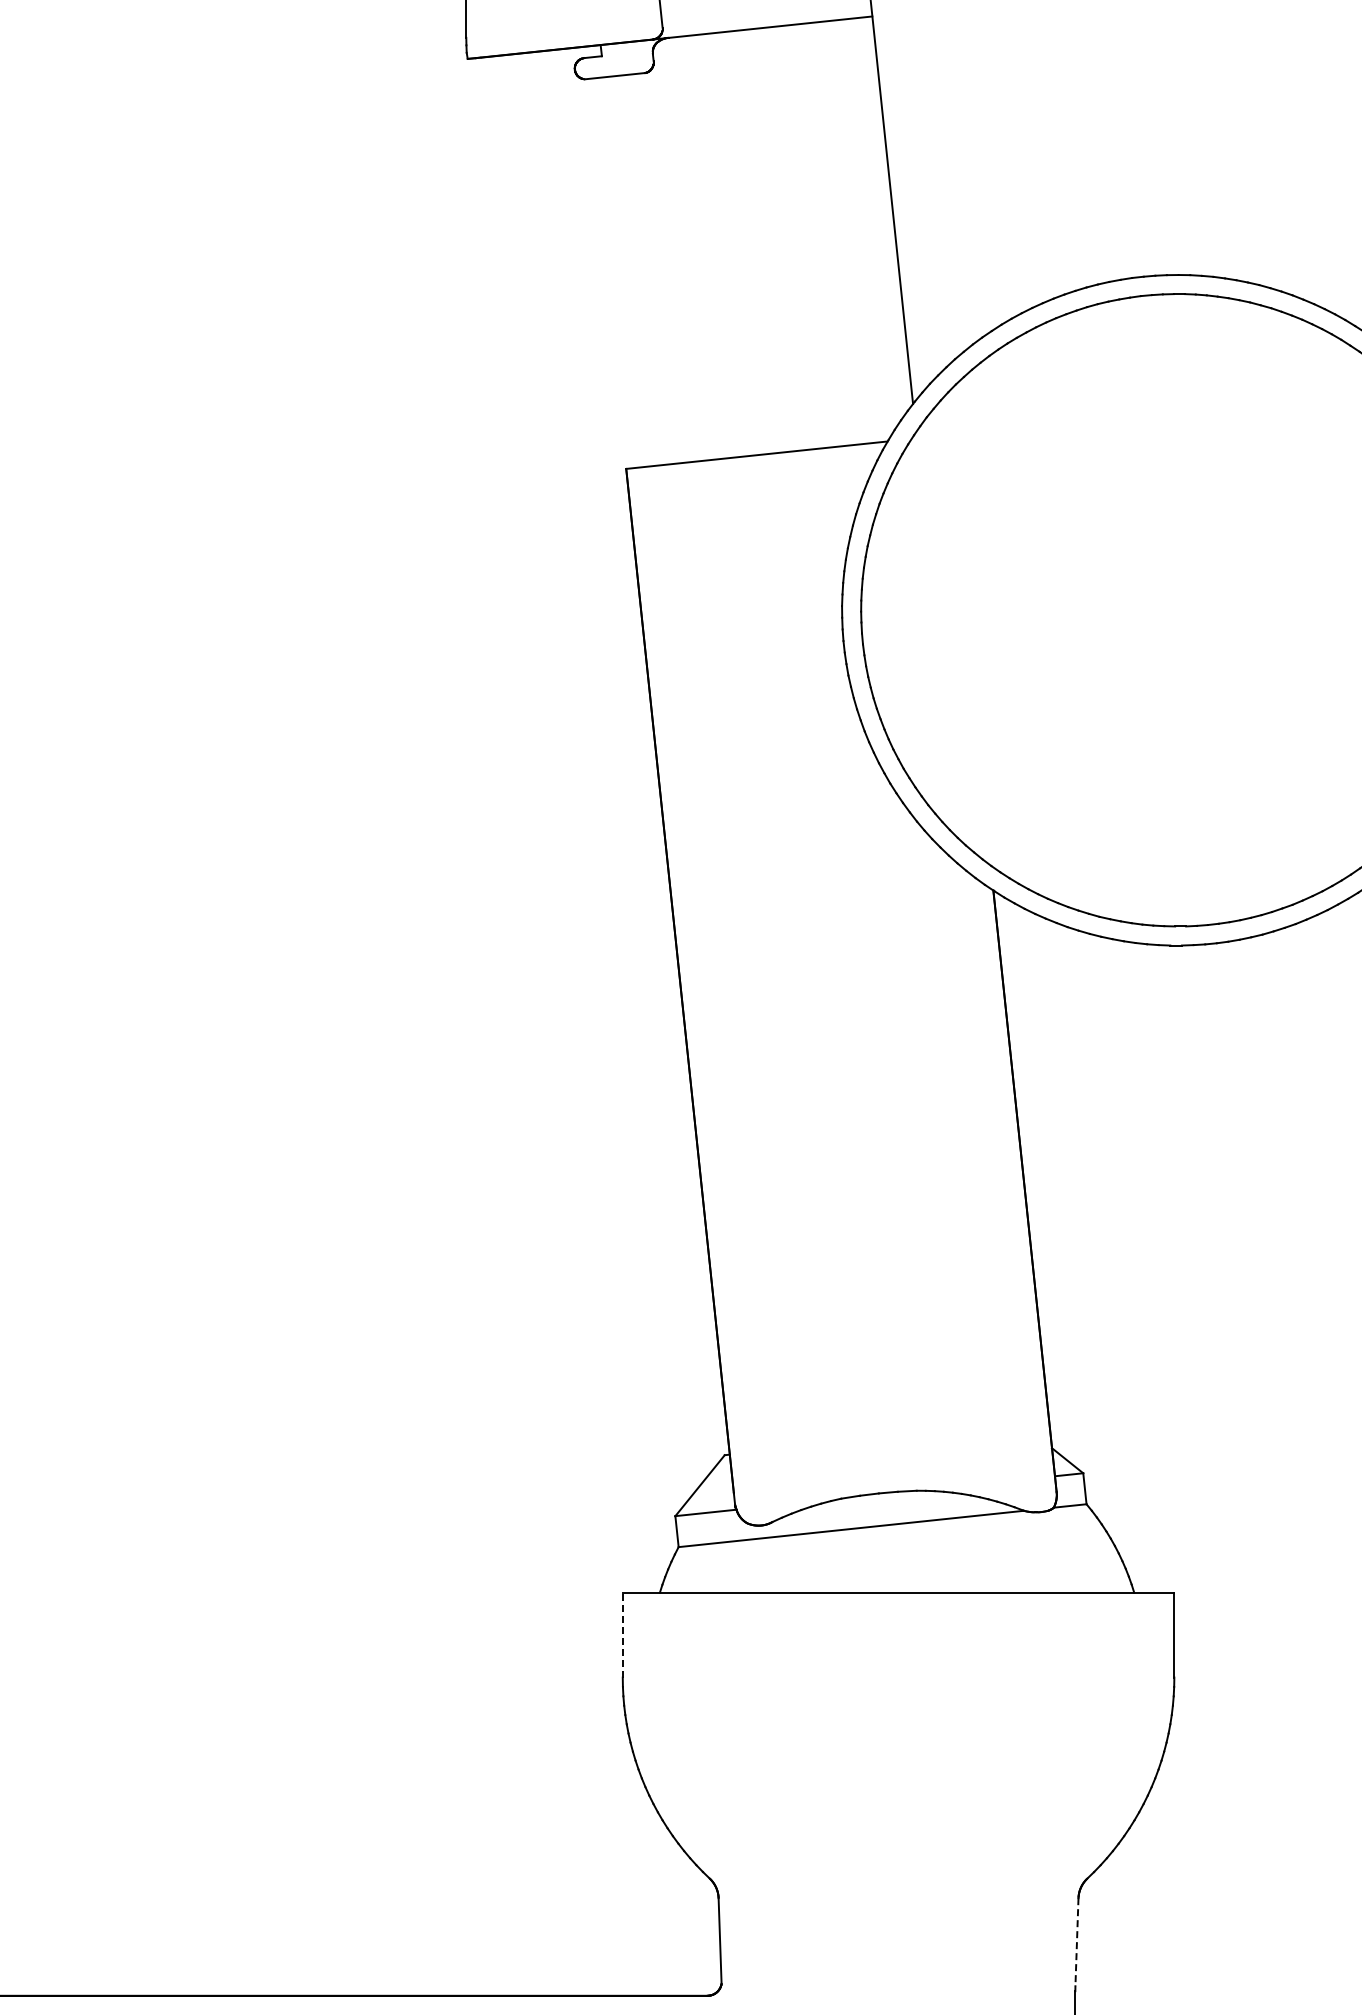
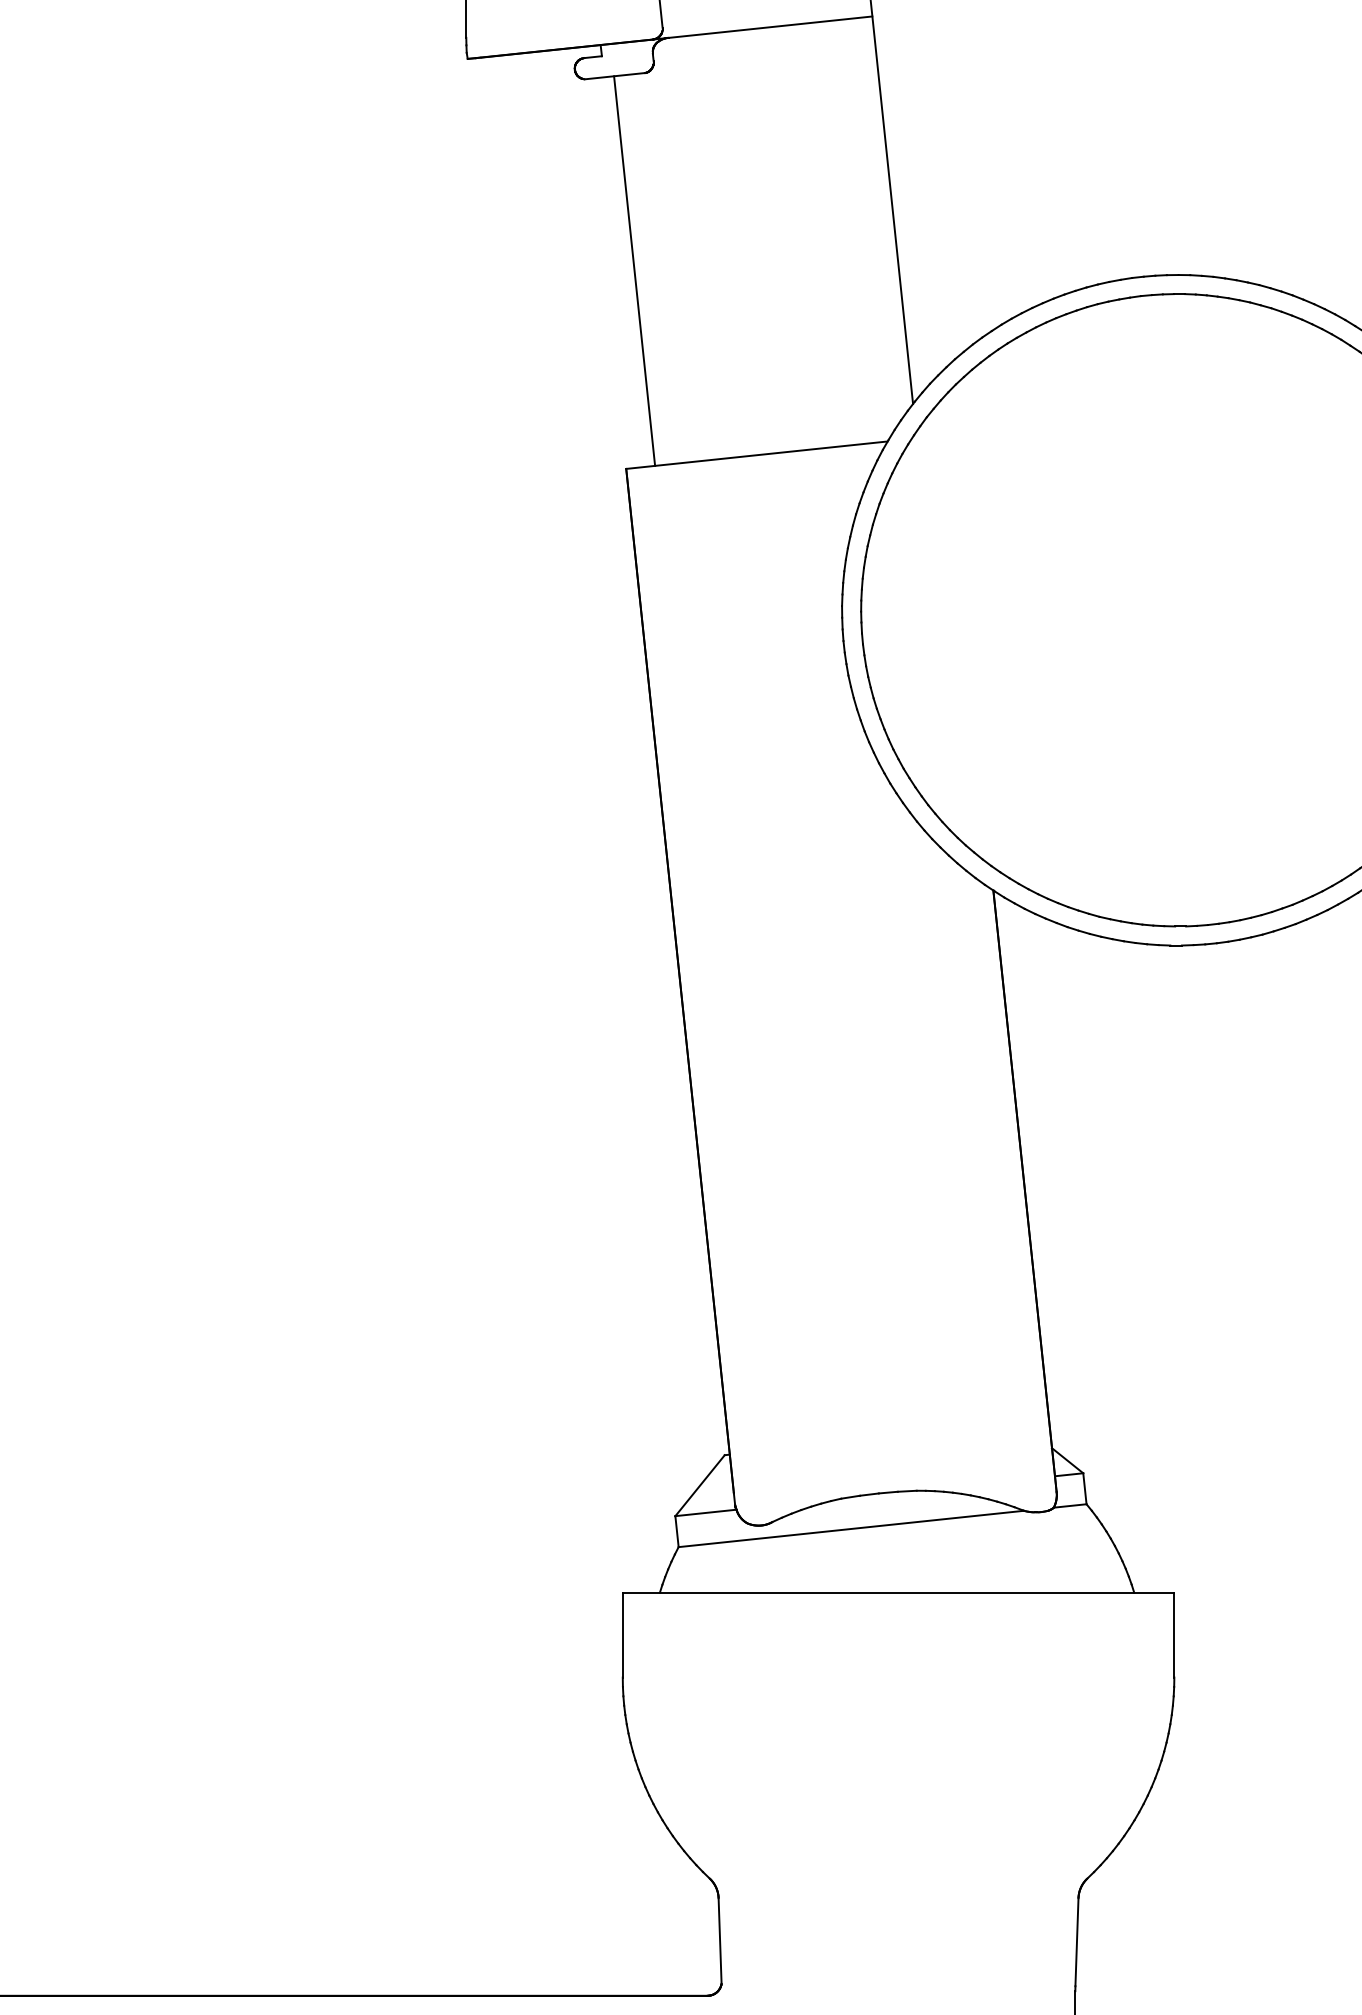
line at (634, 270): none -> present
line at (622, 1634): dashed -> solid
line at (1076, 1942): dashed -> solid
